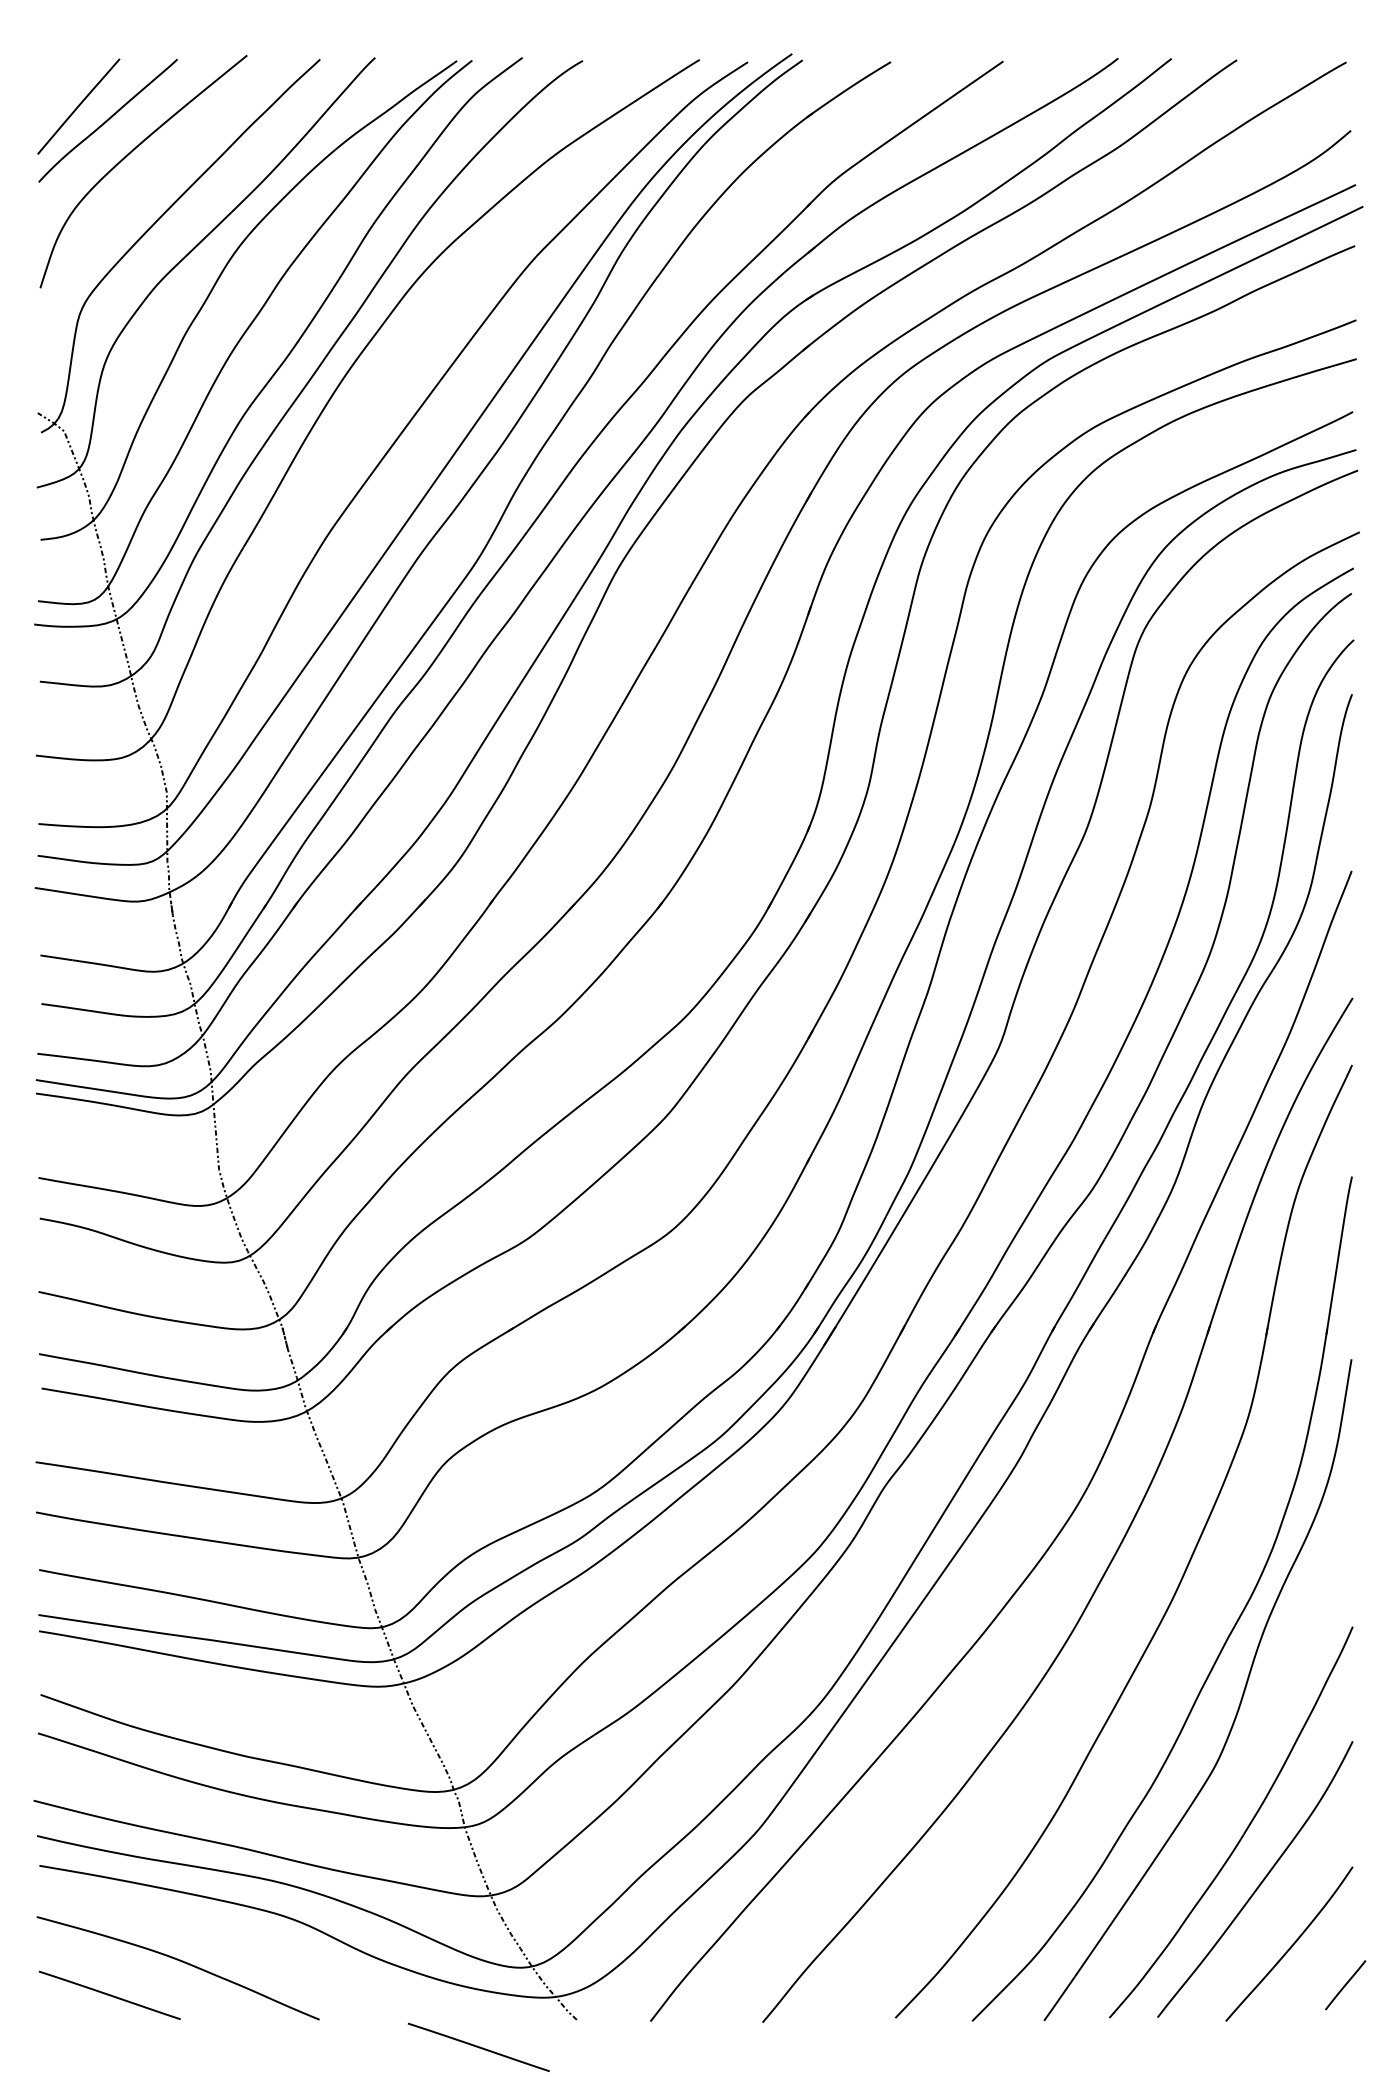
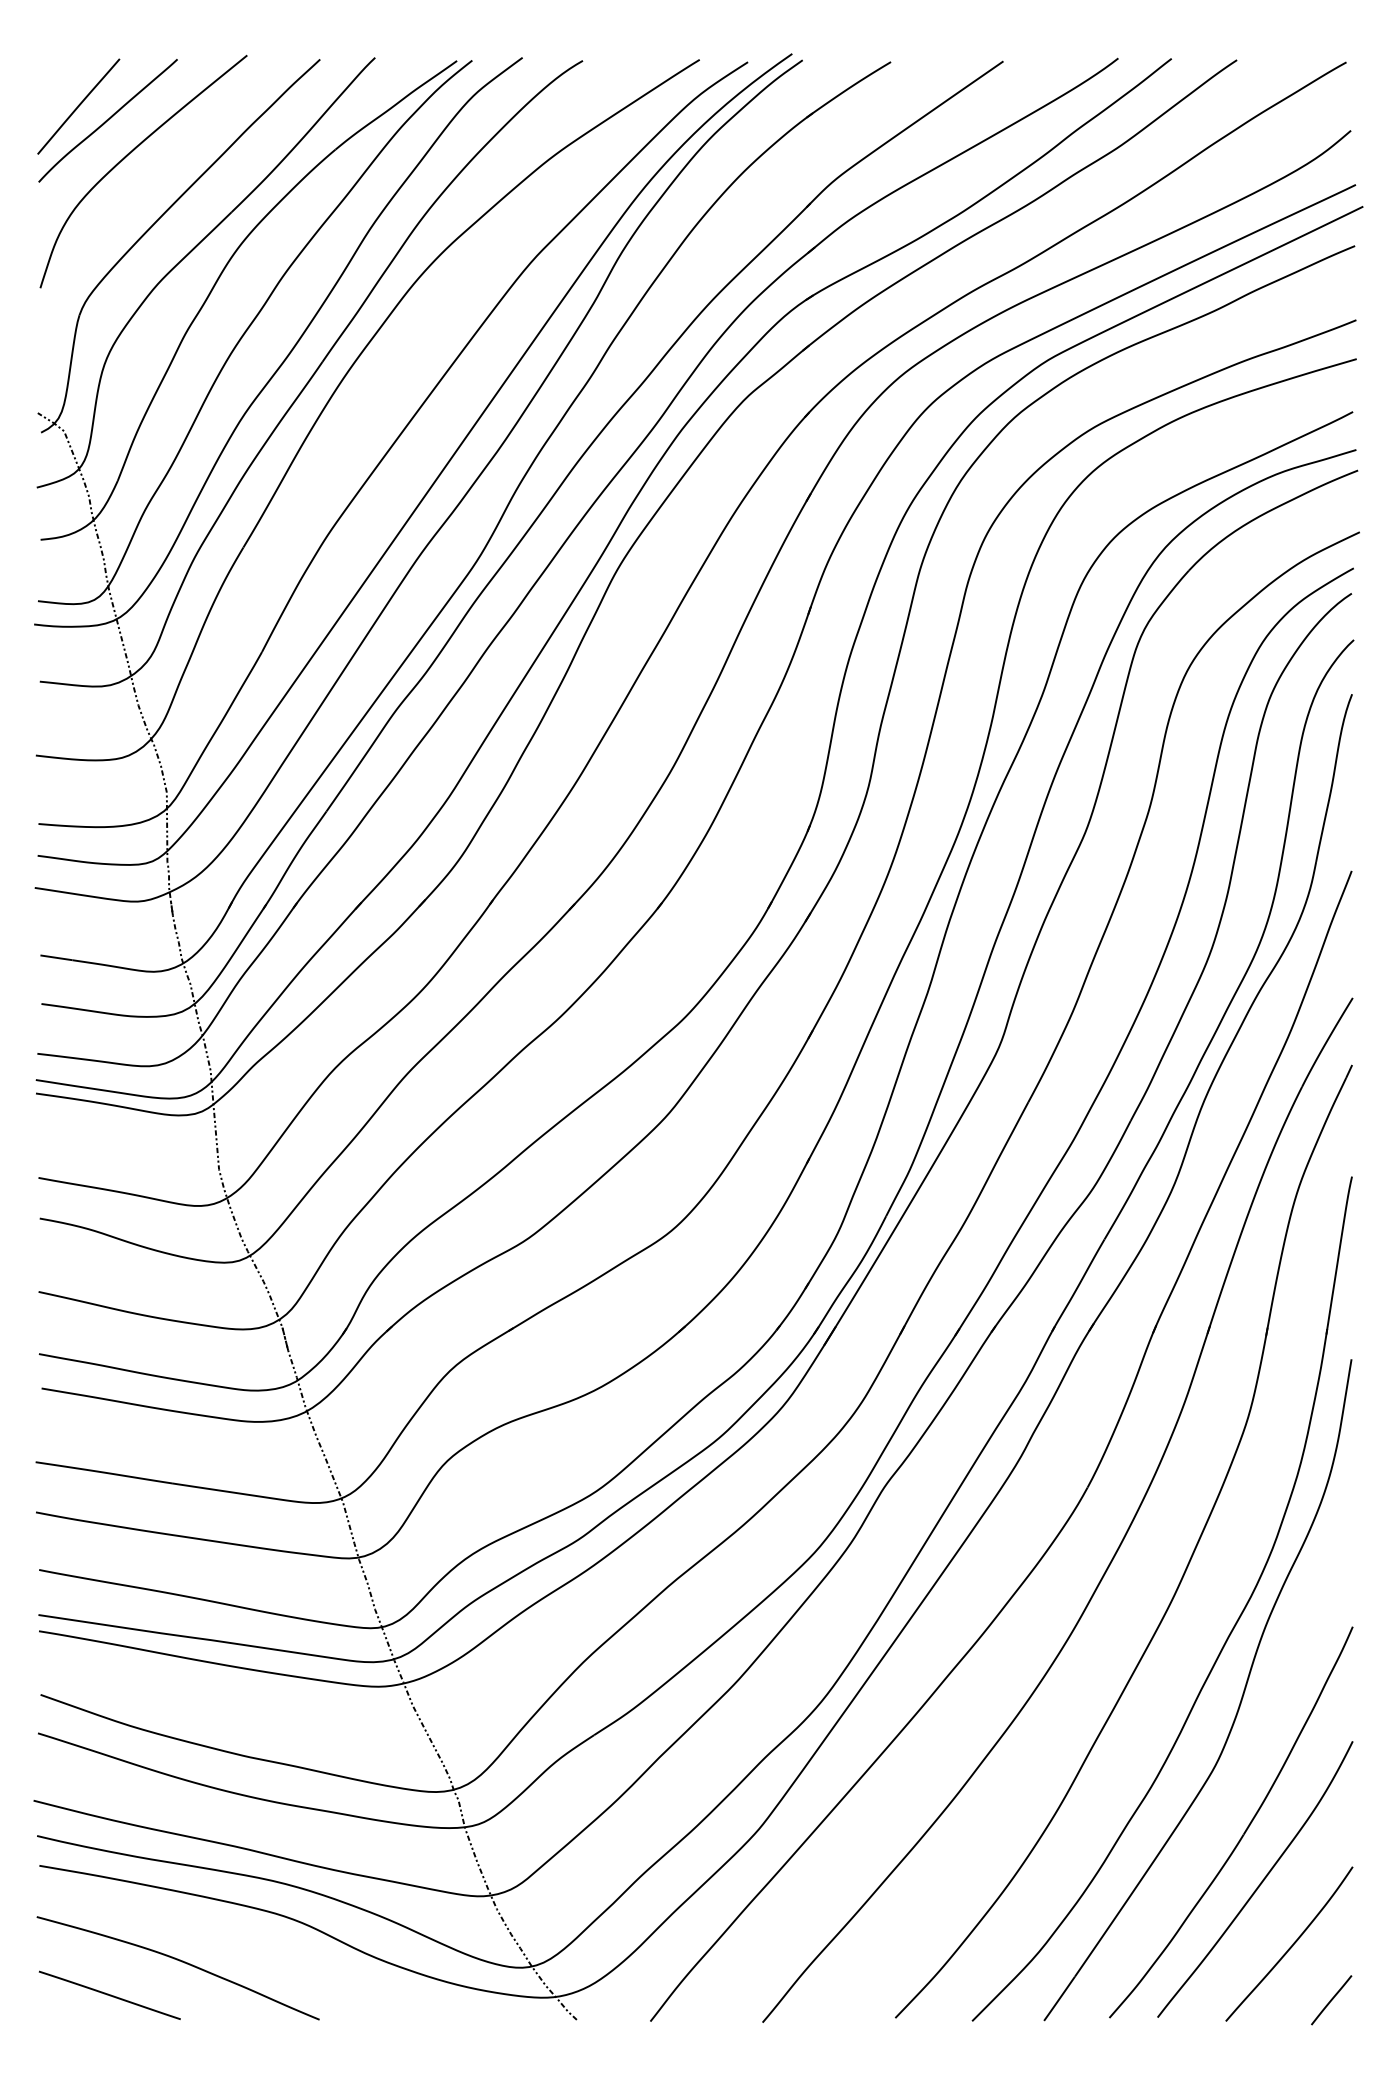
line at (1345, 1985) position: (1345, 1985) -> (1331, 2000)
line at (478, 2046): present -> none
